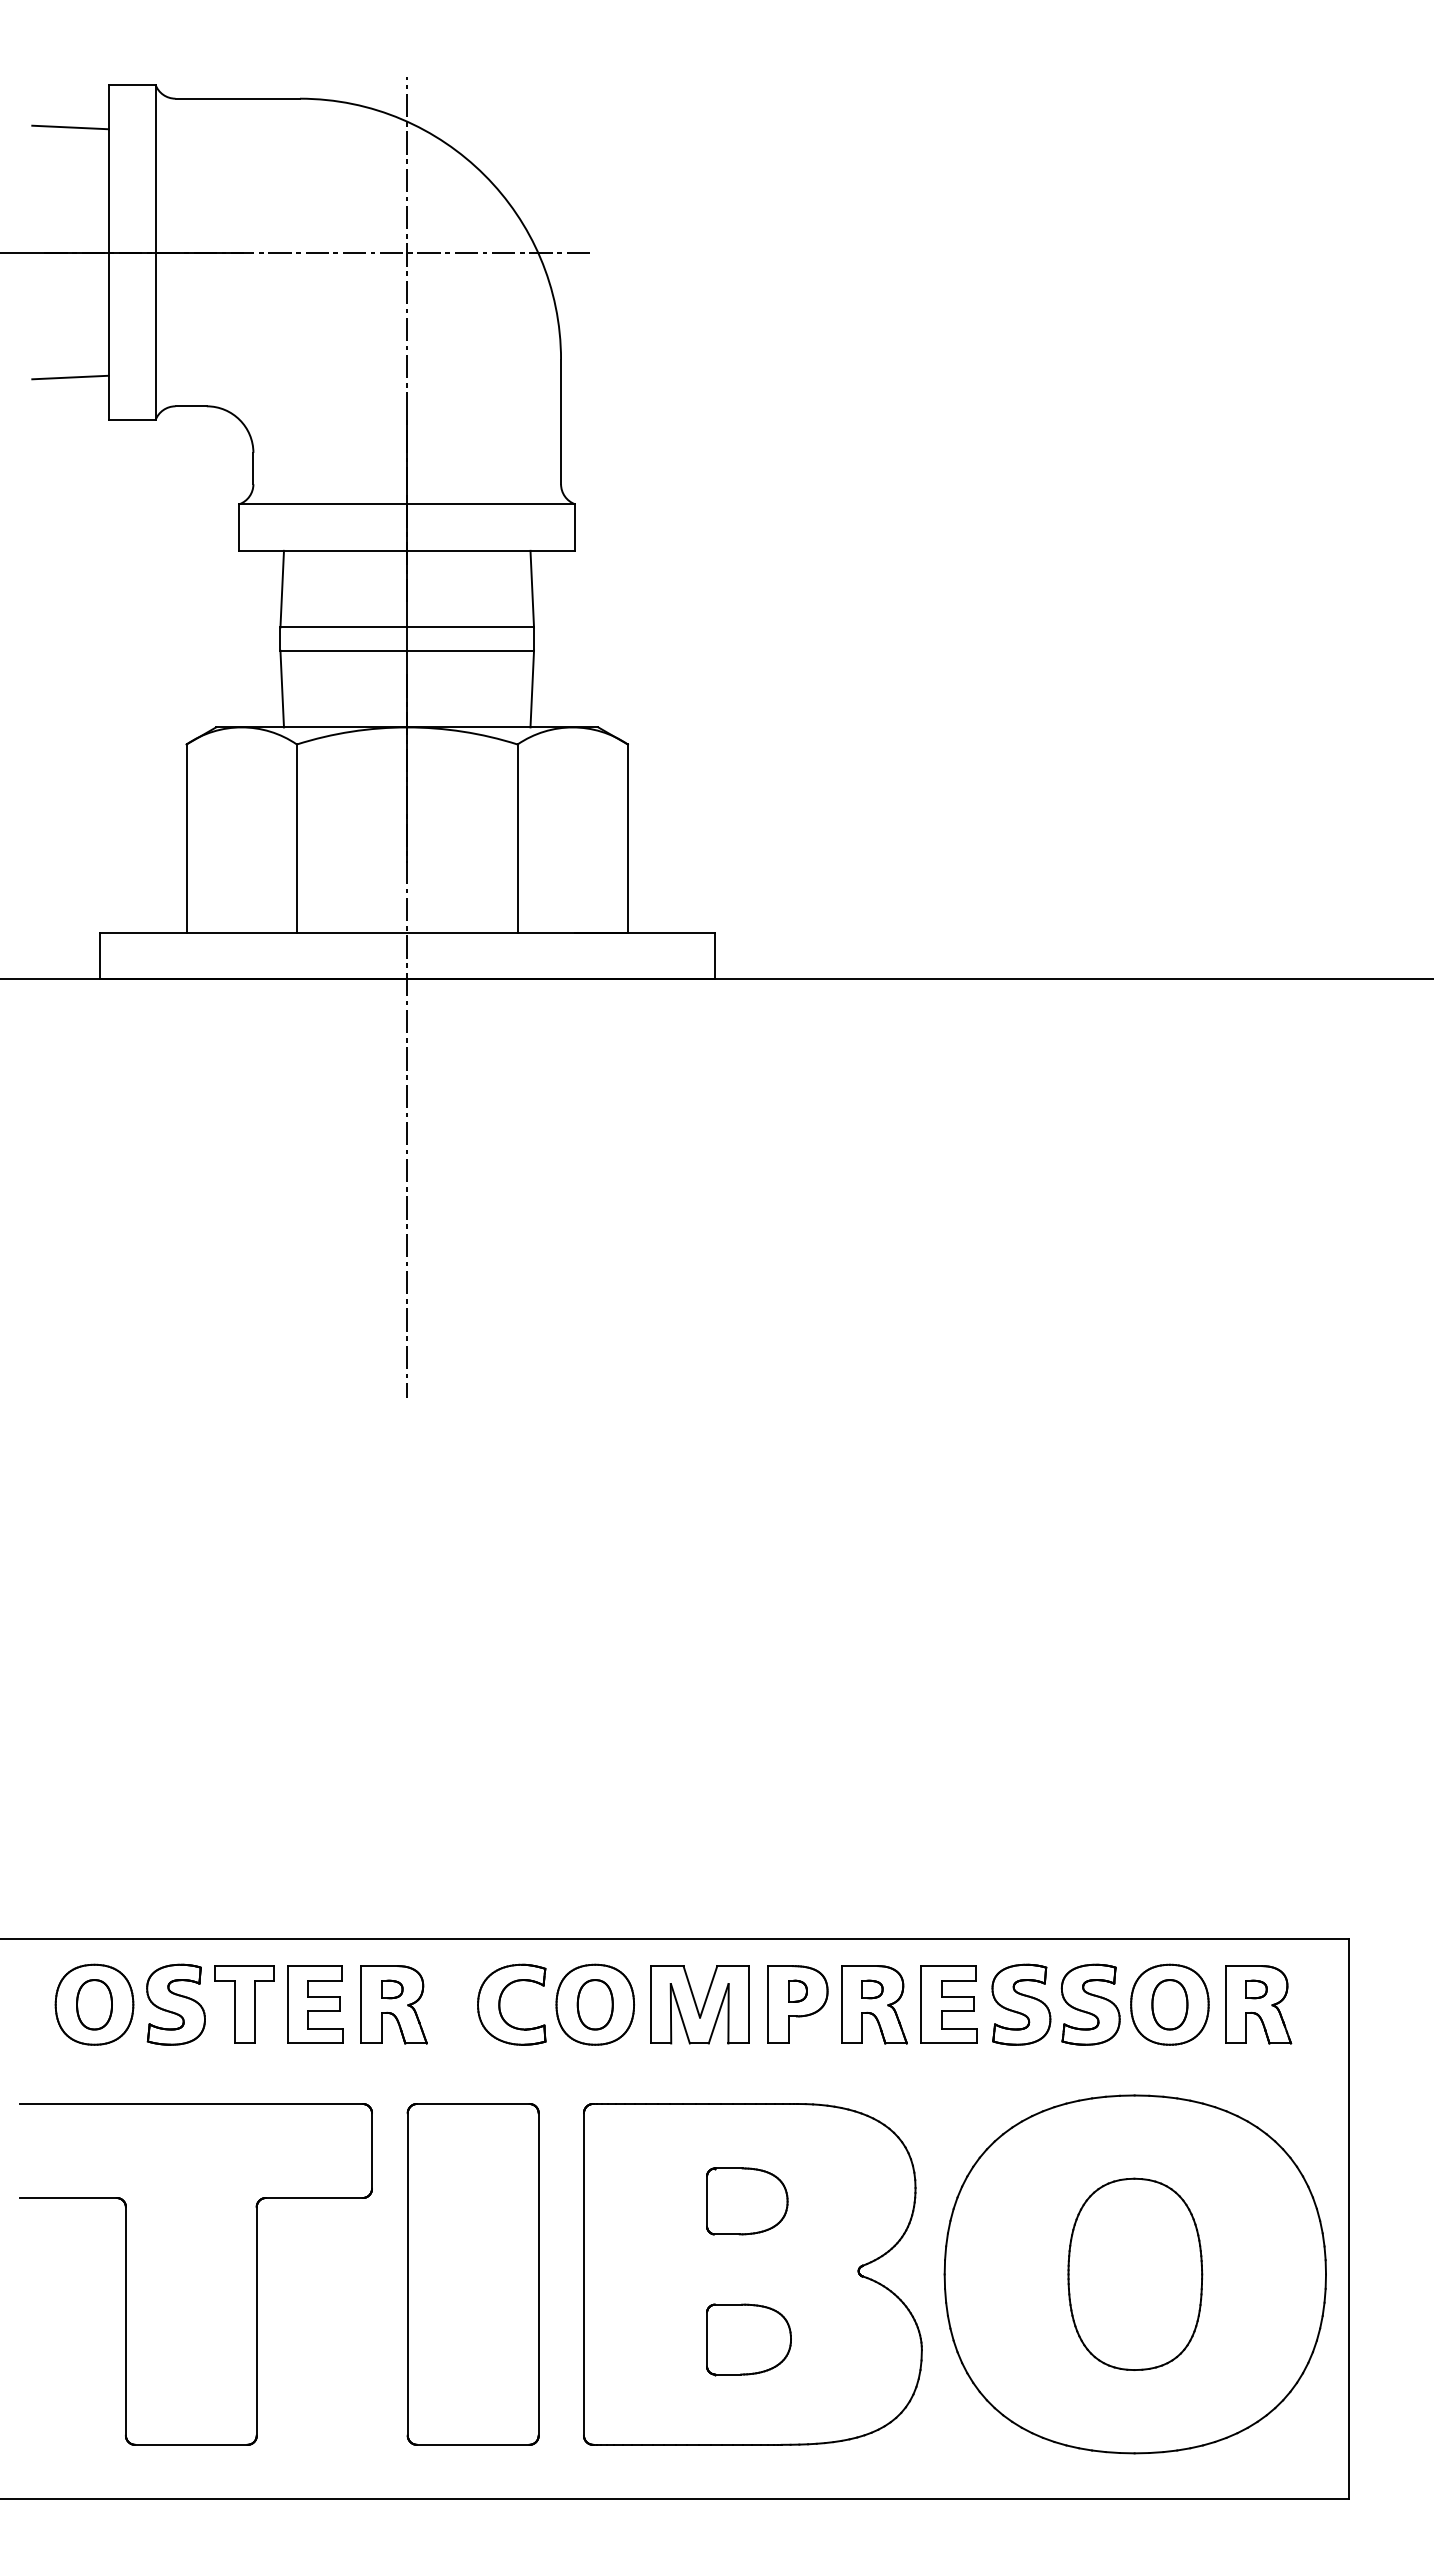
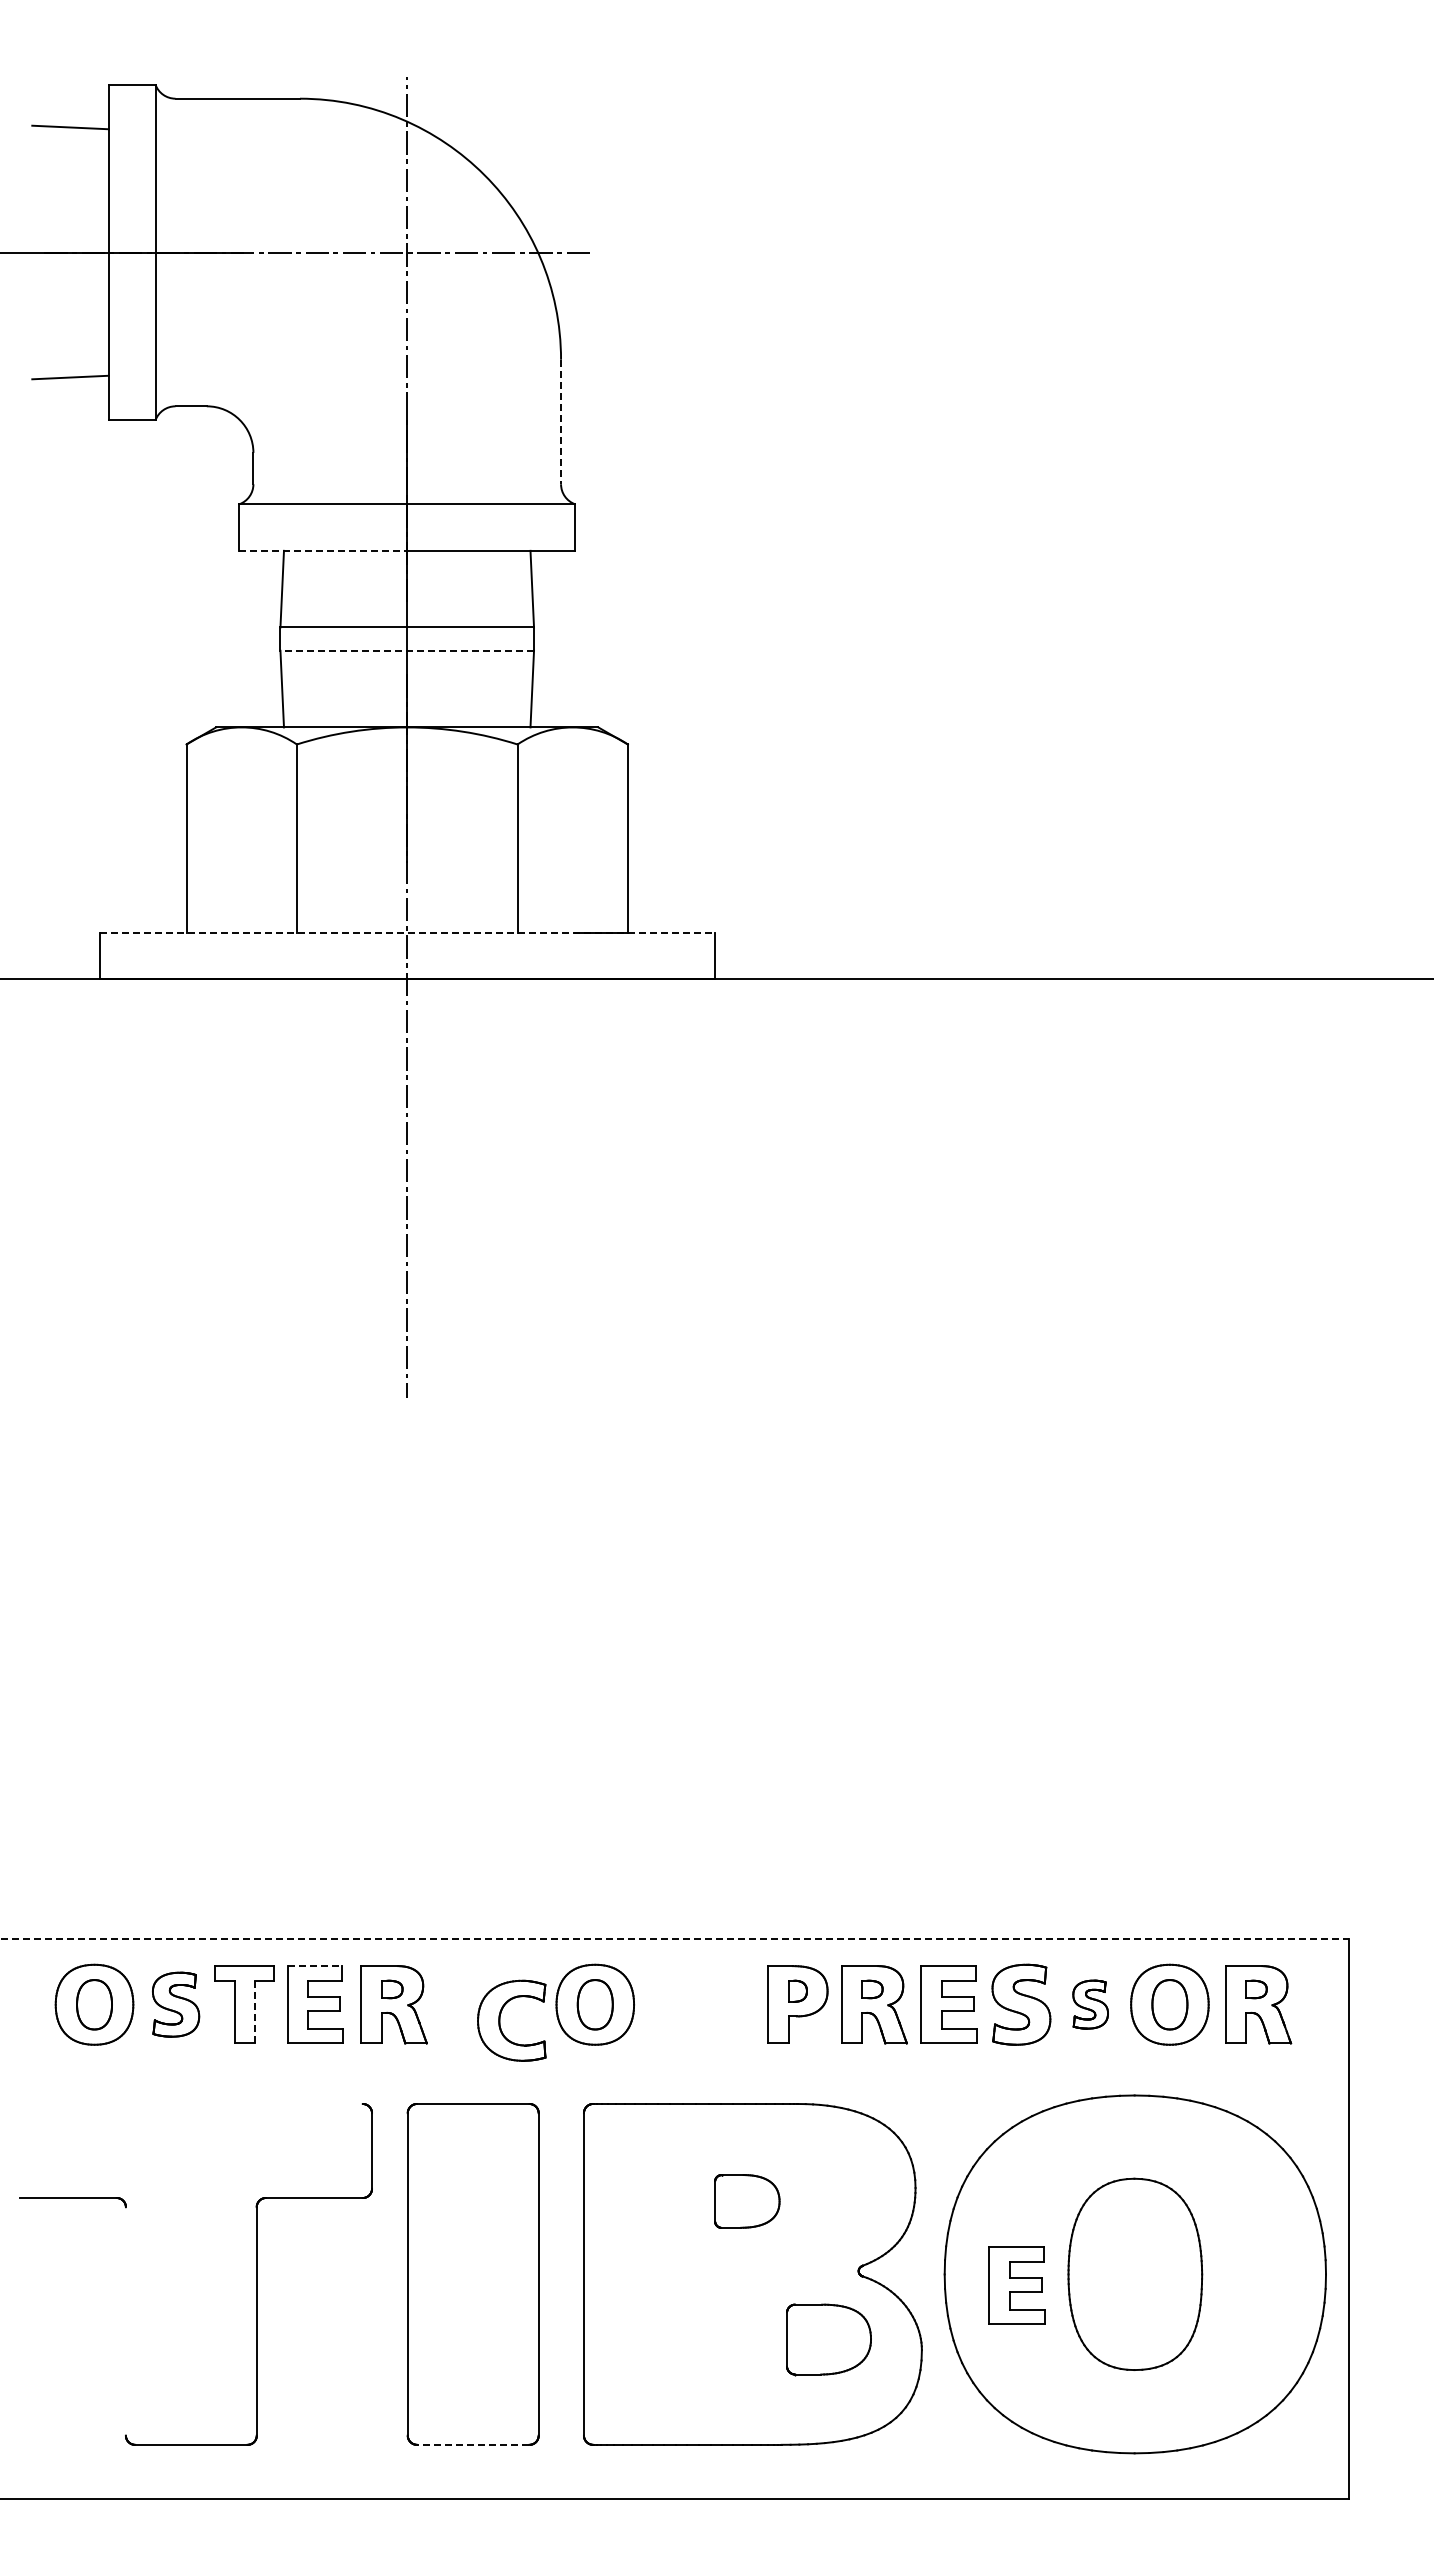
line at (561, 422): solid -> dashed
line at (323, 550): solid -> dashed
line at (407, 650): solid -> dashed
line at (407, 932): solid -> dashed
line at (674, 1939): solid -> dashed
line at (315, 1966): solid -> dashed
part at (175, 2004) size: 60x83 px -> 49x67 px
part at (500, 2004) position: (500, 2004) -> (500, 2020)
part at (699, 2004): present -> none
part at (1090, 2004) size: 61x83 px -> 37x51 px
line at (255, 2012): solid -> dashed
line at (190, 2104): present -> none
part at (747, 2201) size: 83x69 px -> 67x55 px
part at (1016, 2285): none -> present
line at (125, 2321): present -> none
part at (748, 2339) position: (748, 2339) -> (828, 2339)
line at (472, 2444): solid -> dashed
